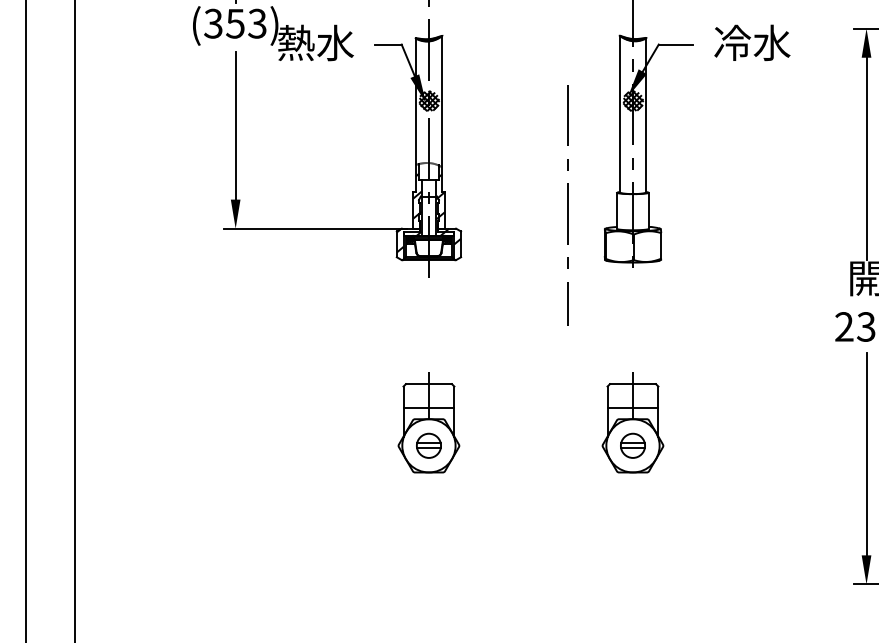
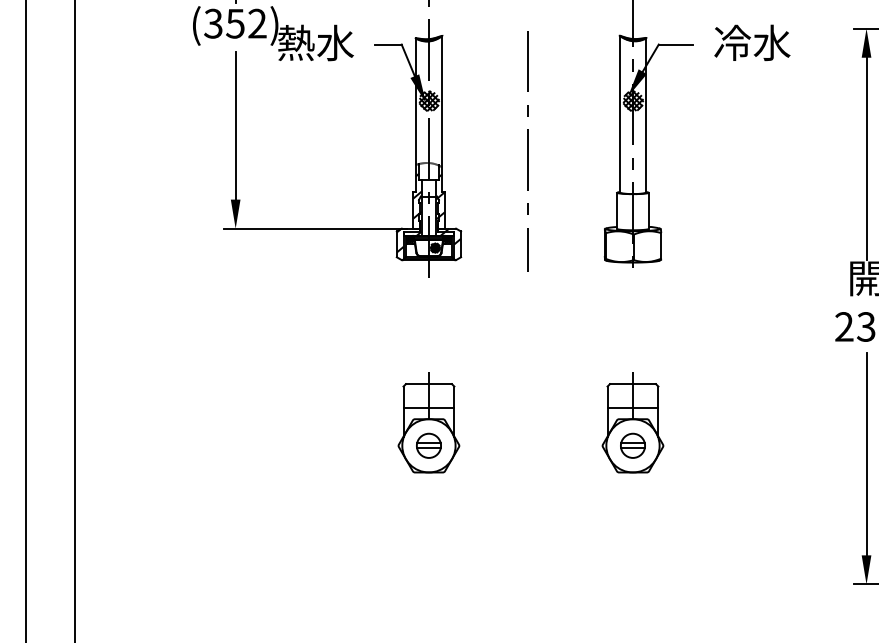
text at (257, 23): (353) -> (352)
line at (567, 205) position: (567, 205) -> (527, 151)
hatch at (435, 247): none -> present
